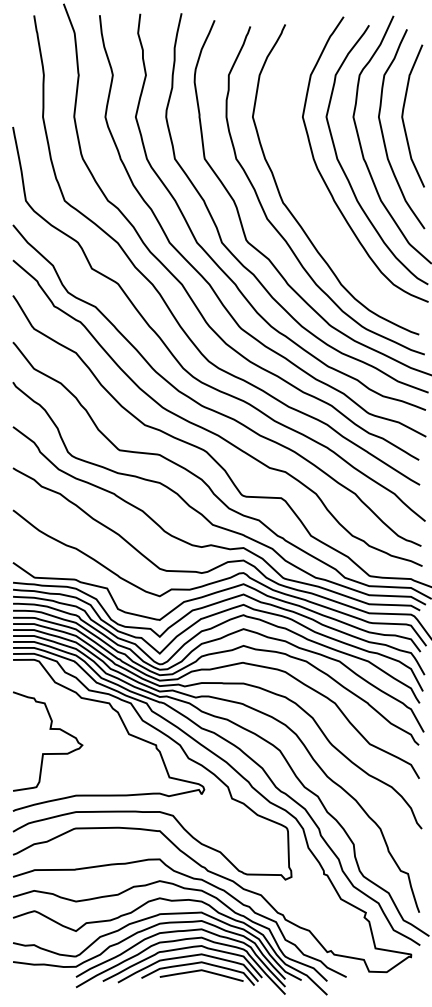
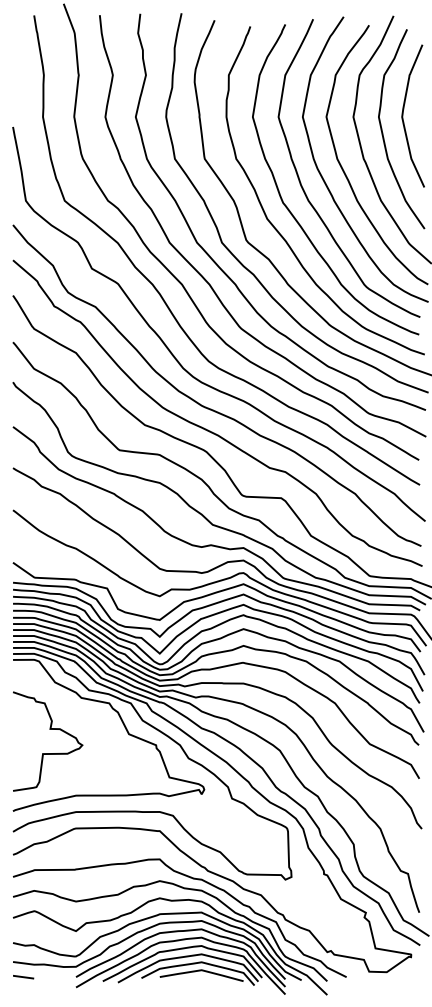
curve at (304, 189): none -> present
line at (23, 977): none -> present
